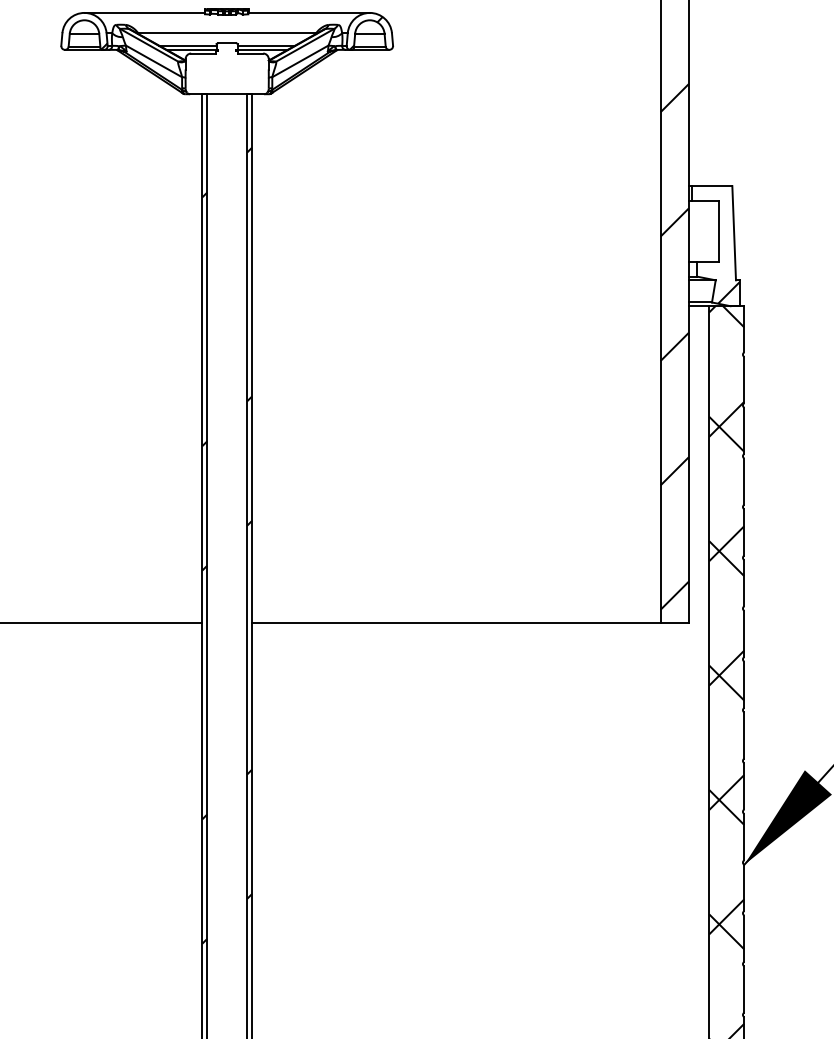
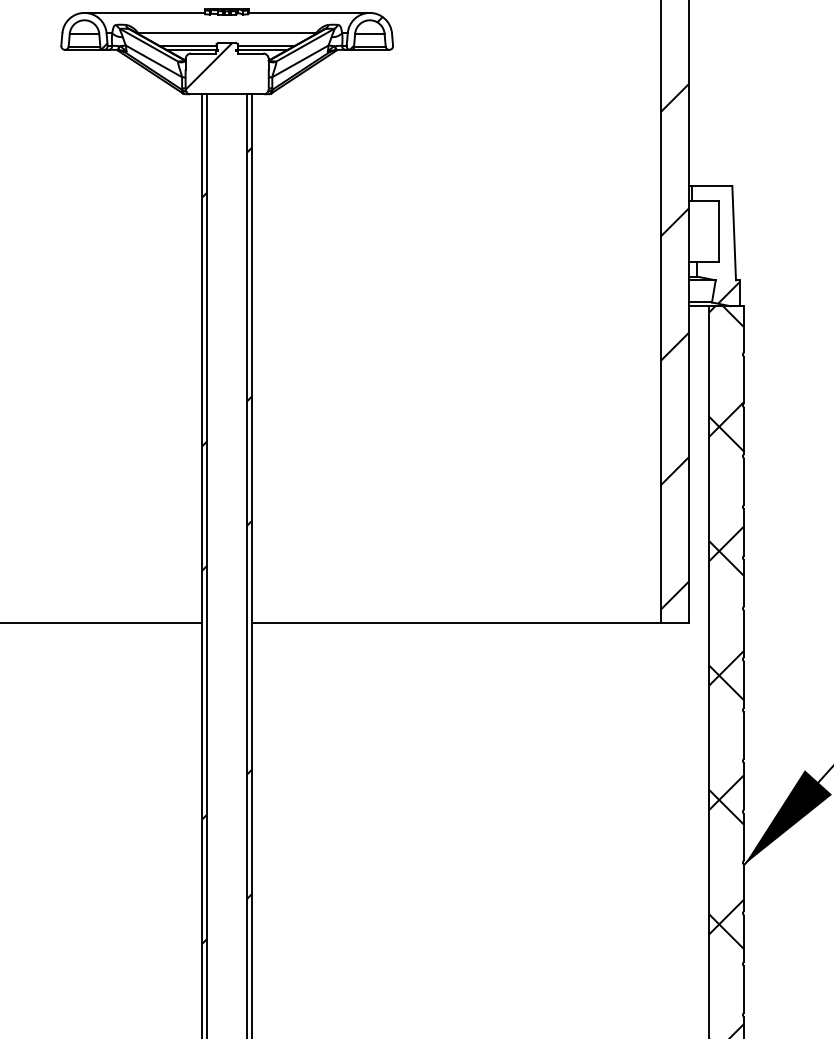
hatch at (208, 66): none -> present
